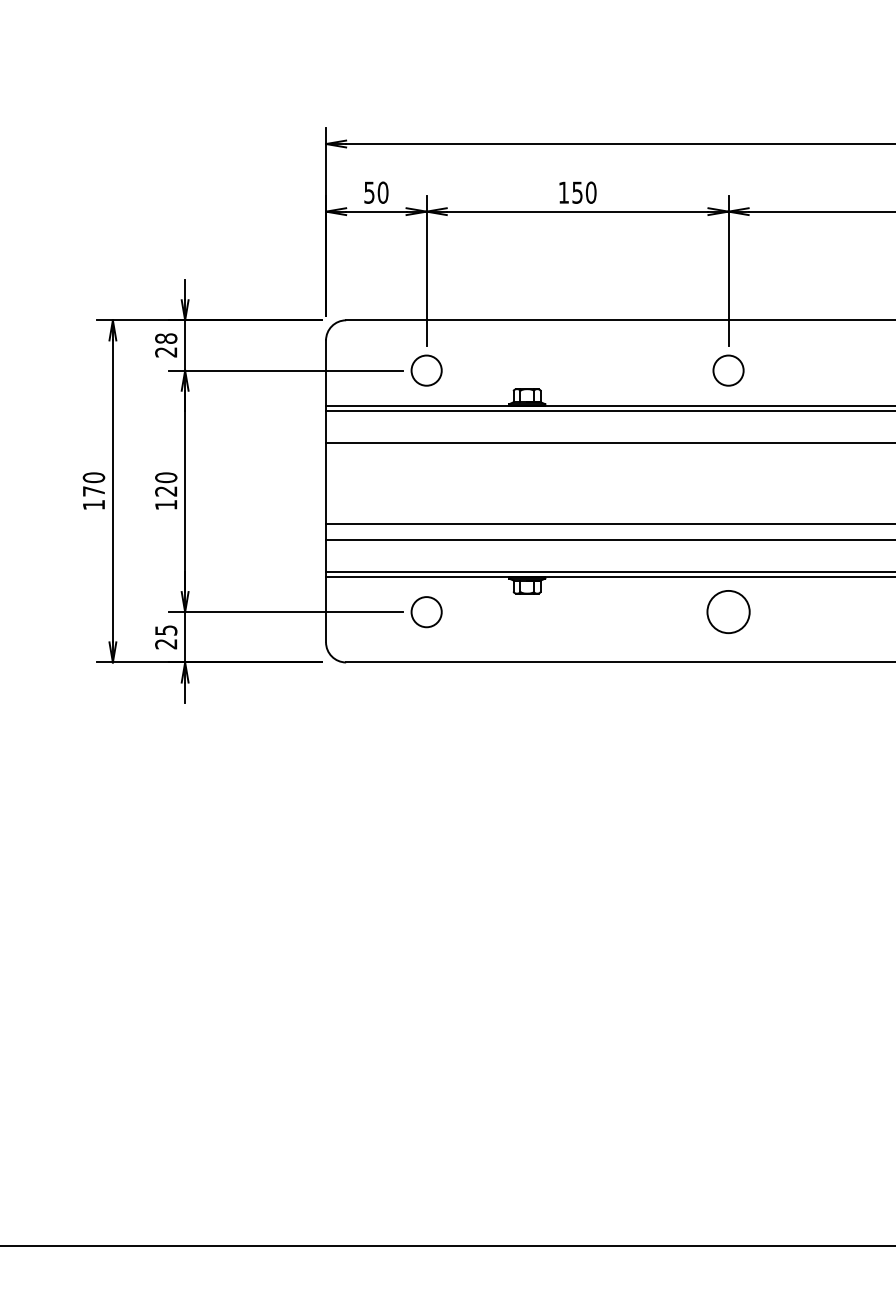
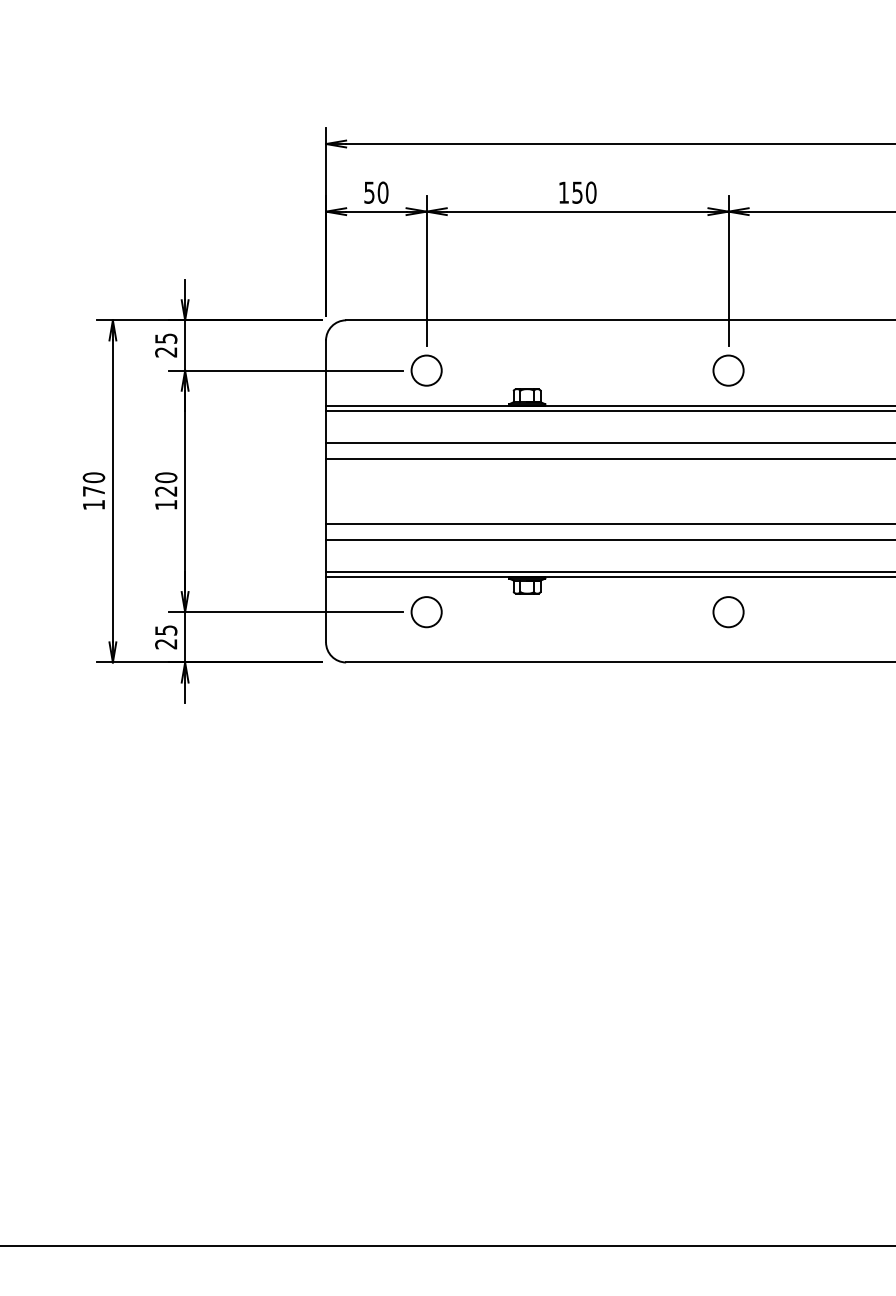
text at (166, 338): 28 -> 25
line at (609, 459): none -> present
circle at (728, 611) size: 45x44 px -> 33x33 px
